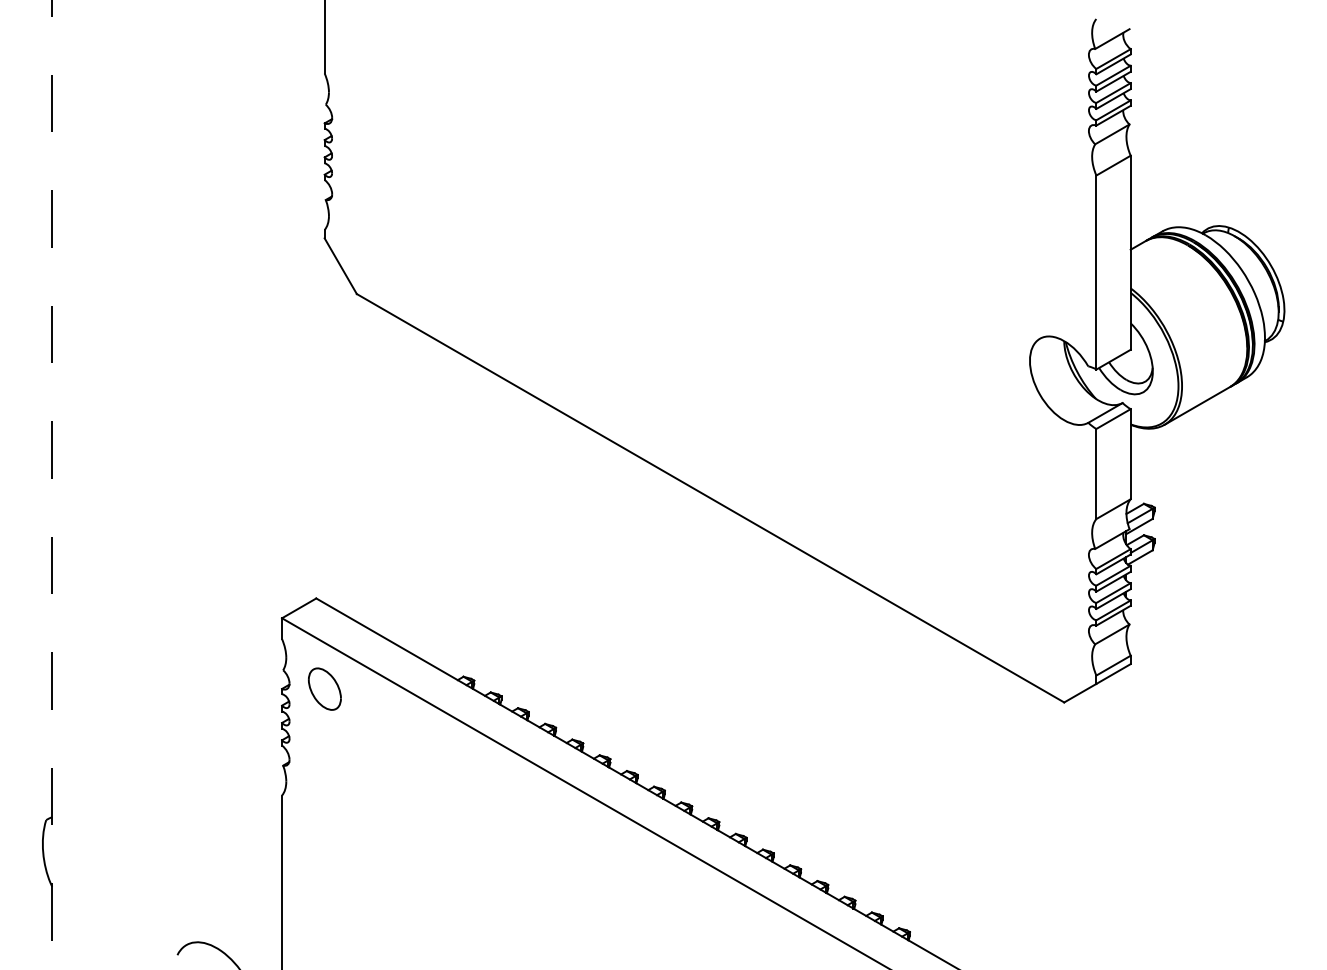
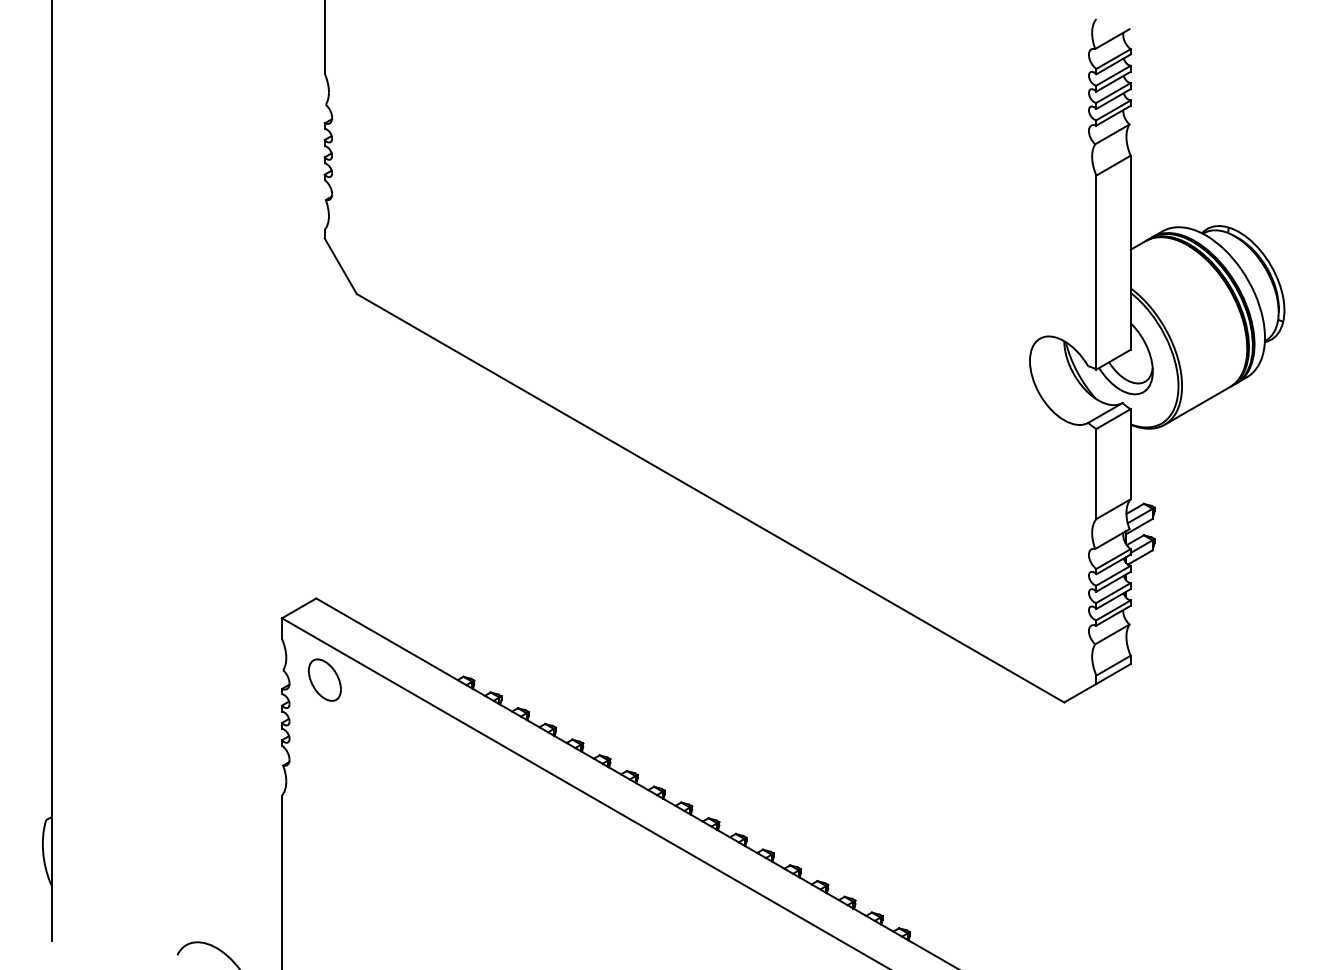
line at (52, 470): dashed -> solid
part at (324, 688) position: (324, 688) -> (324, 679)
